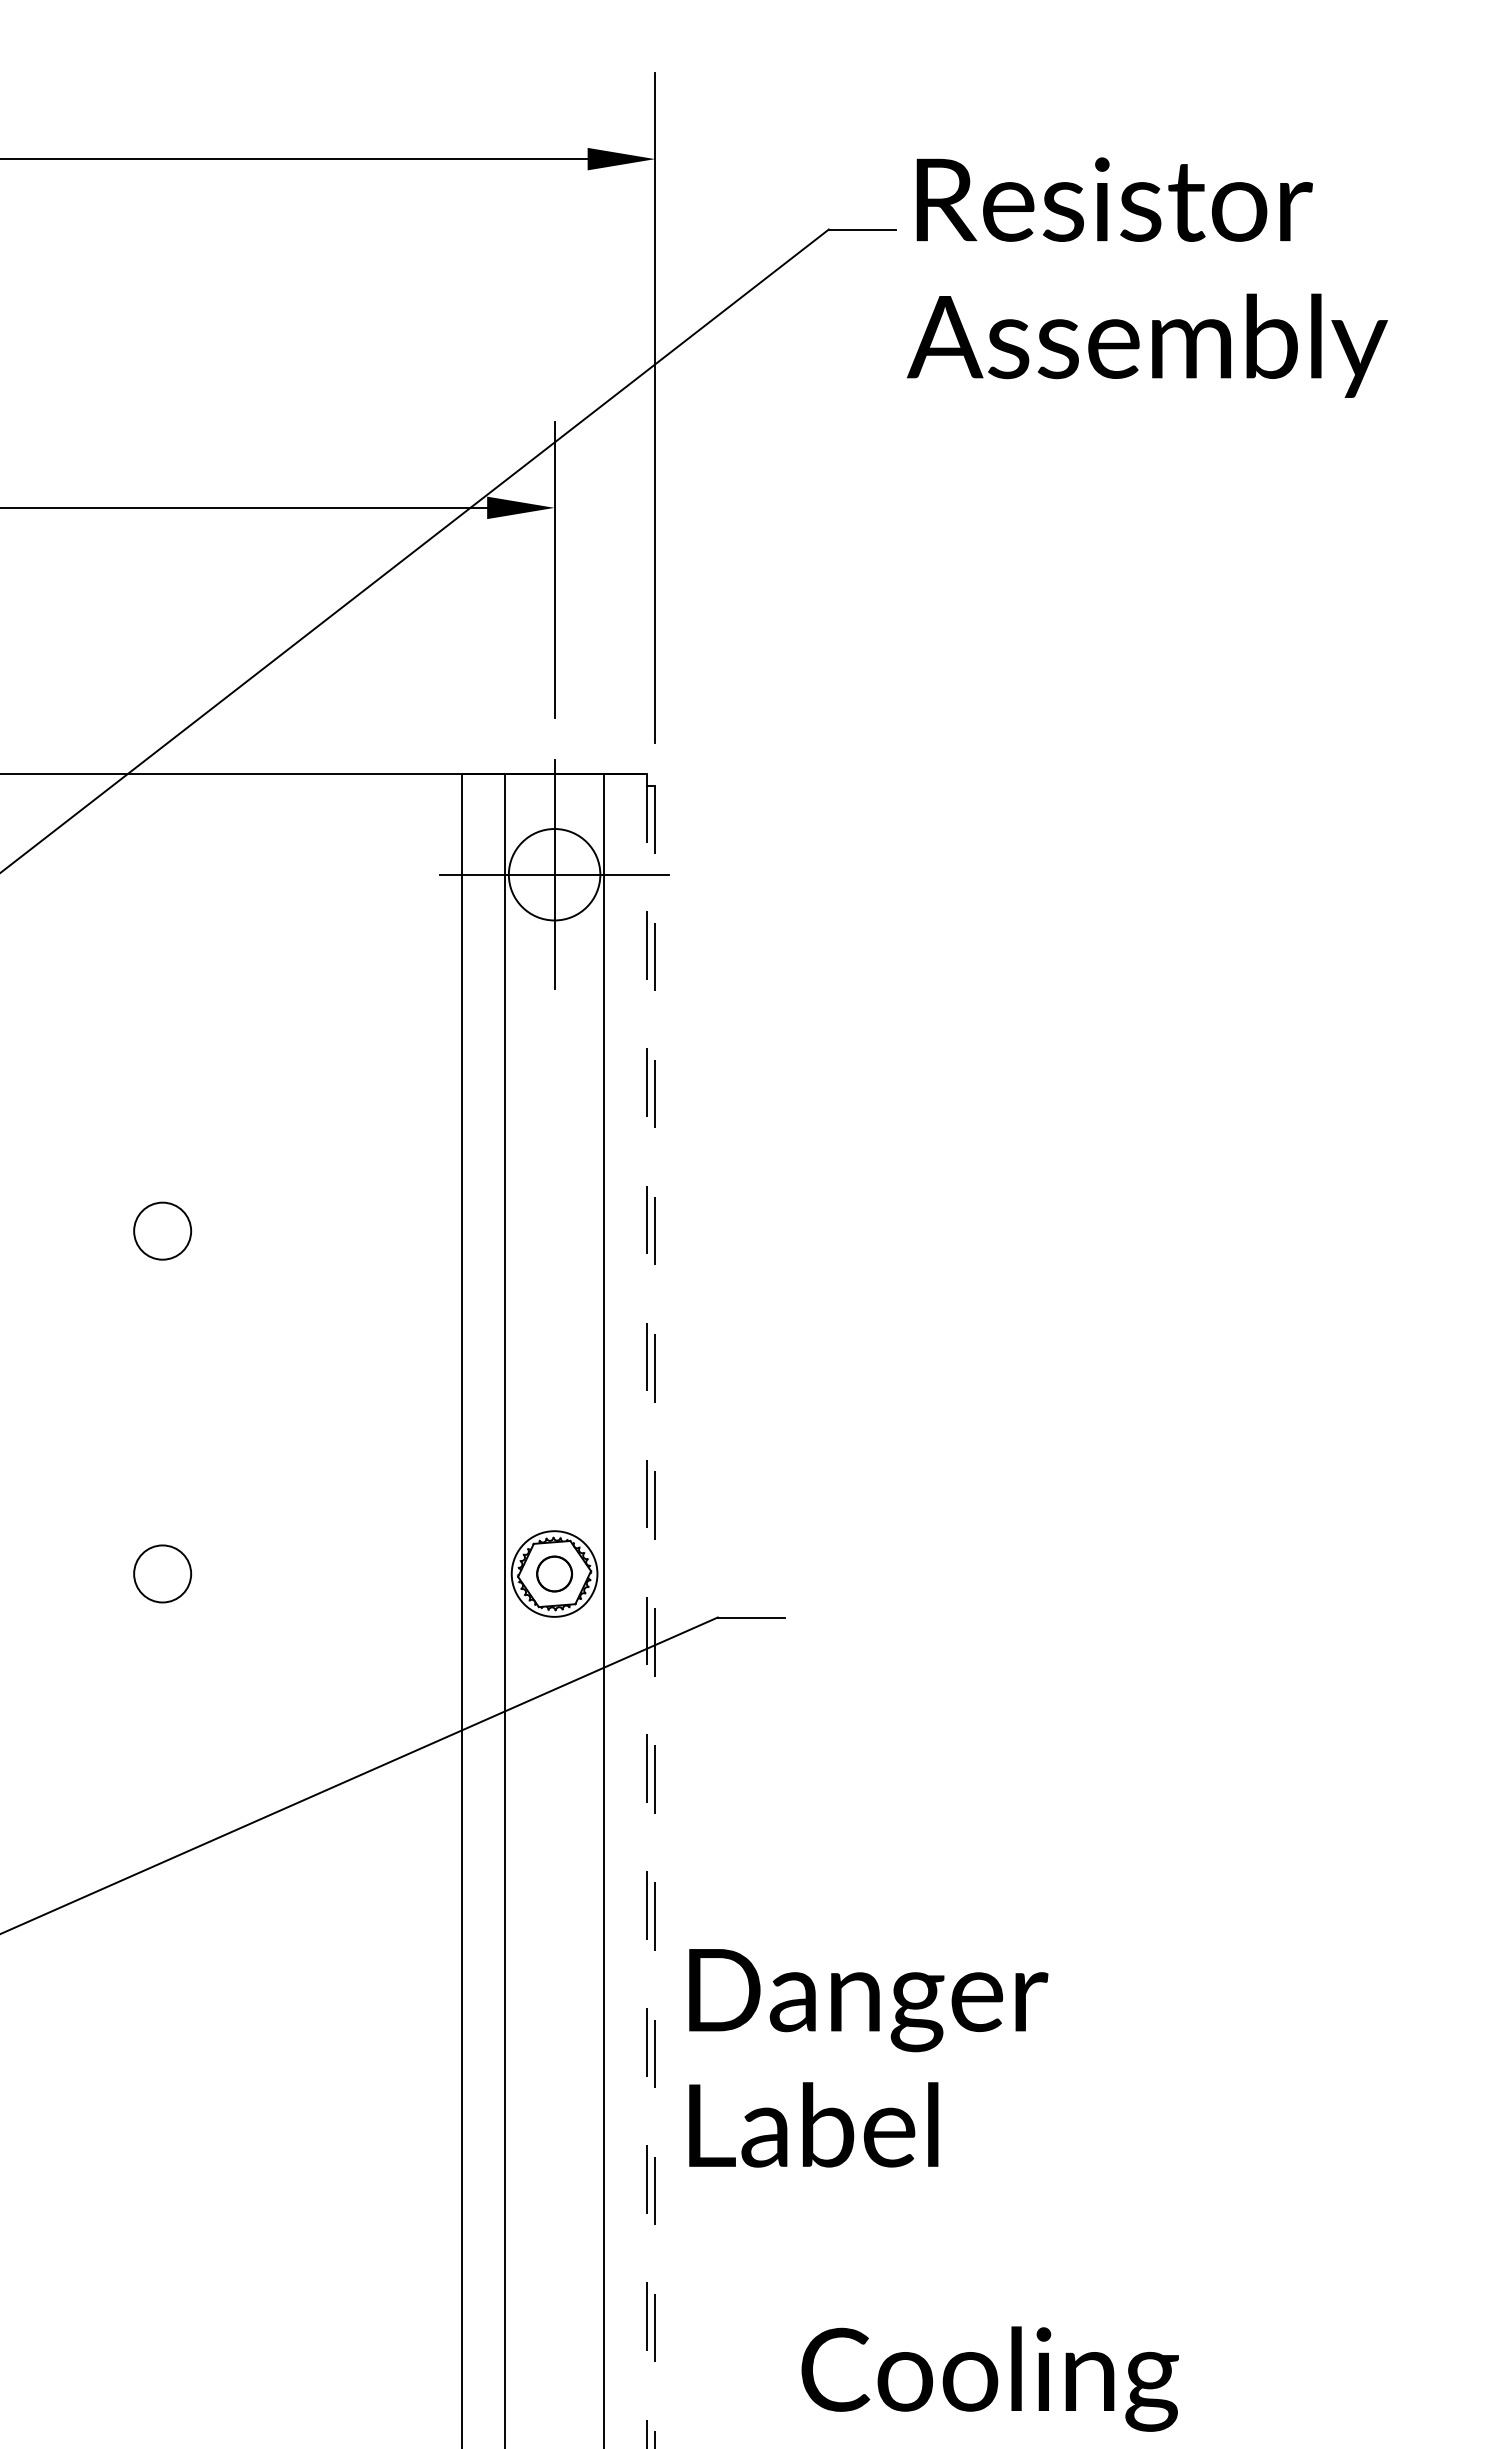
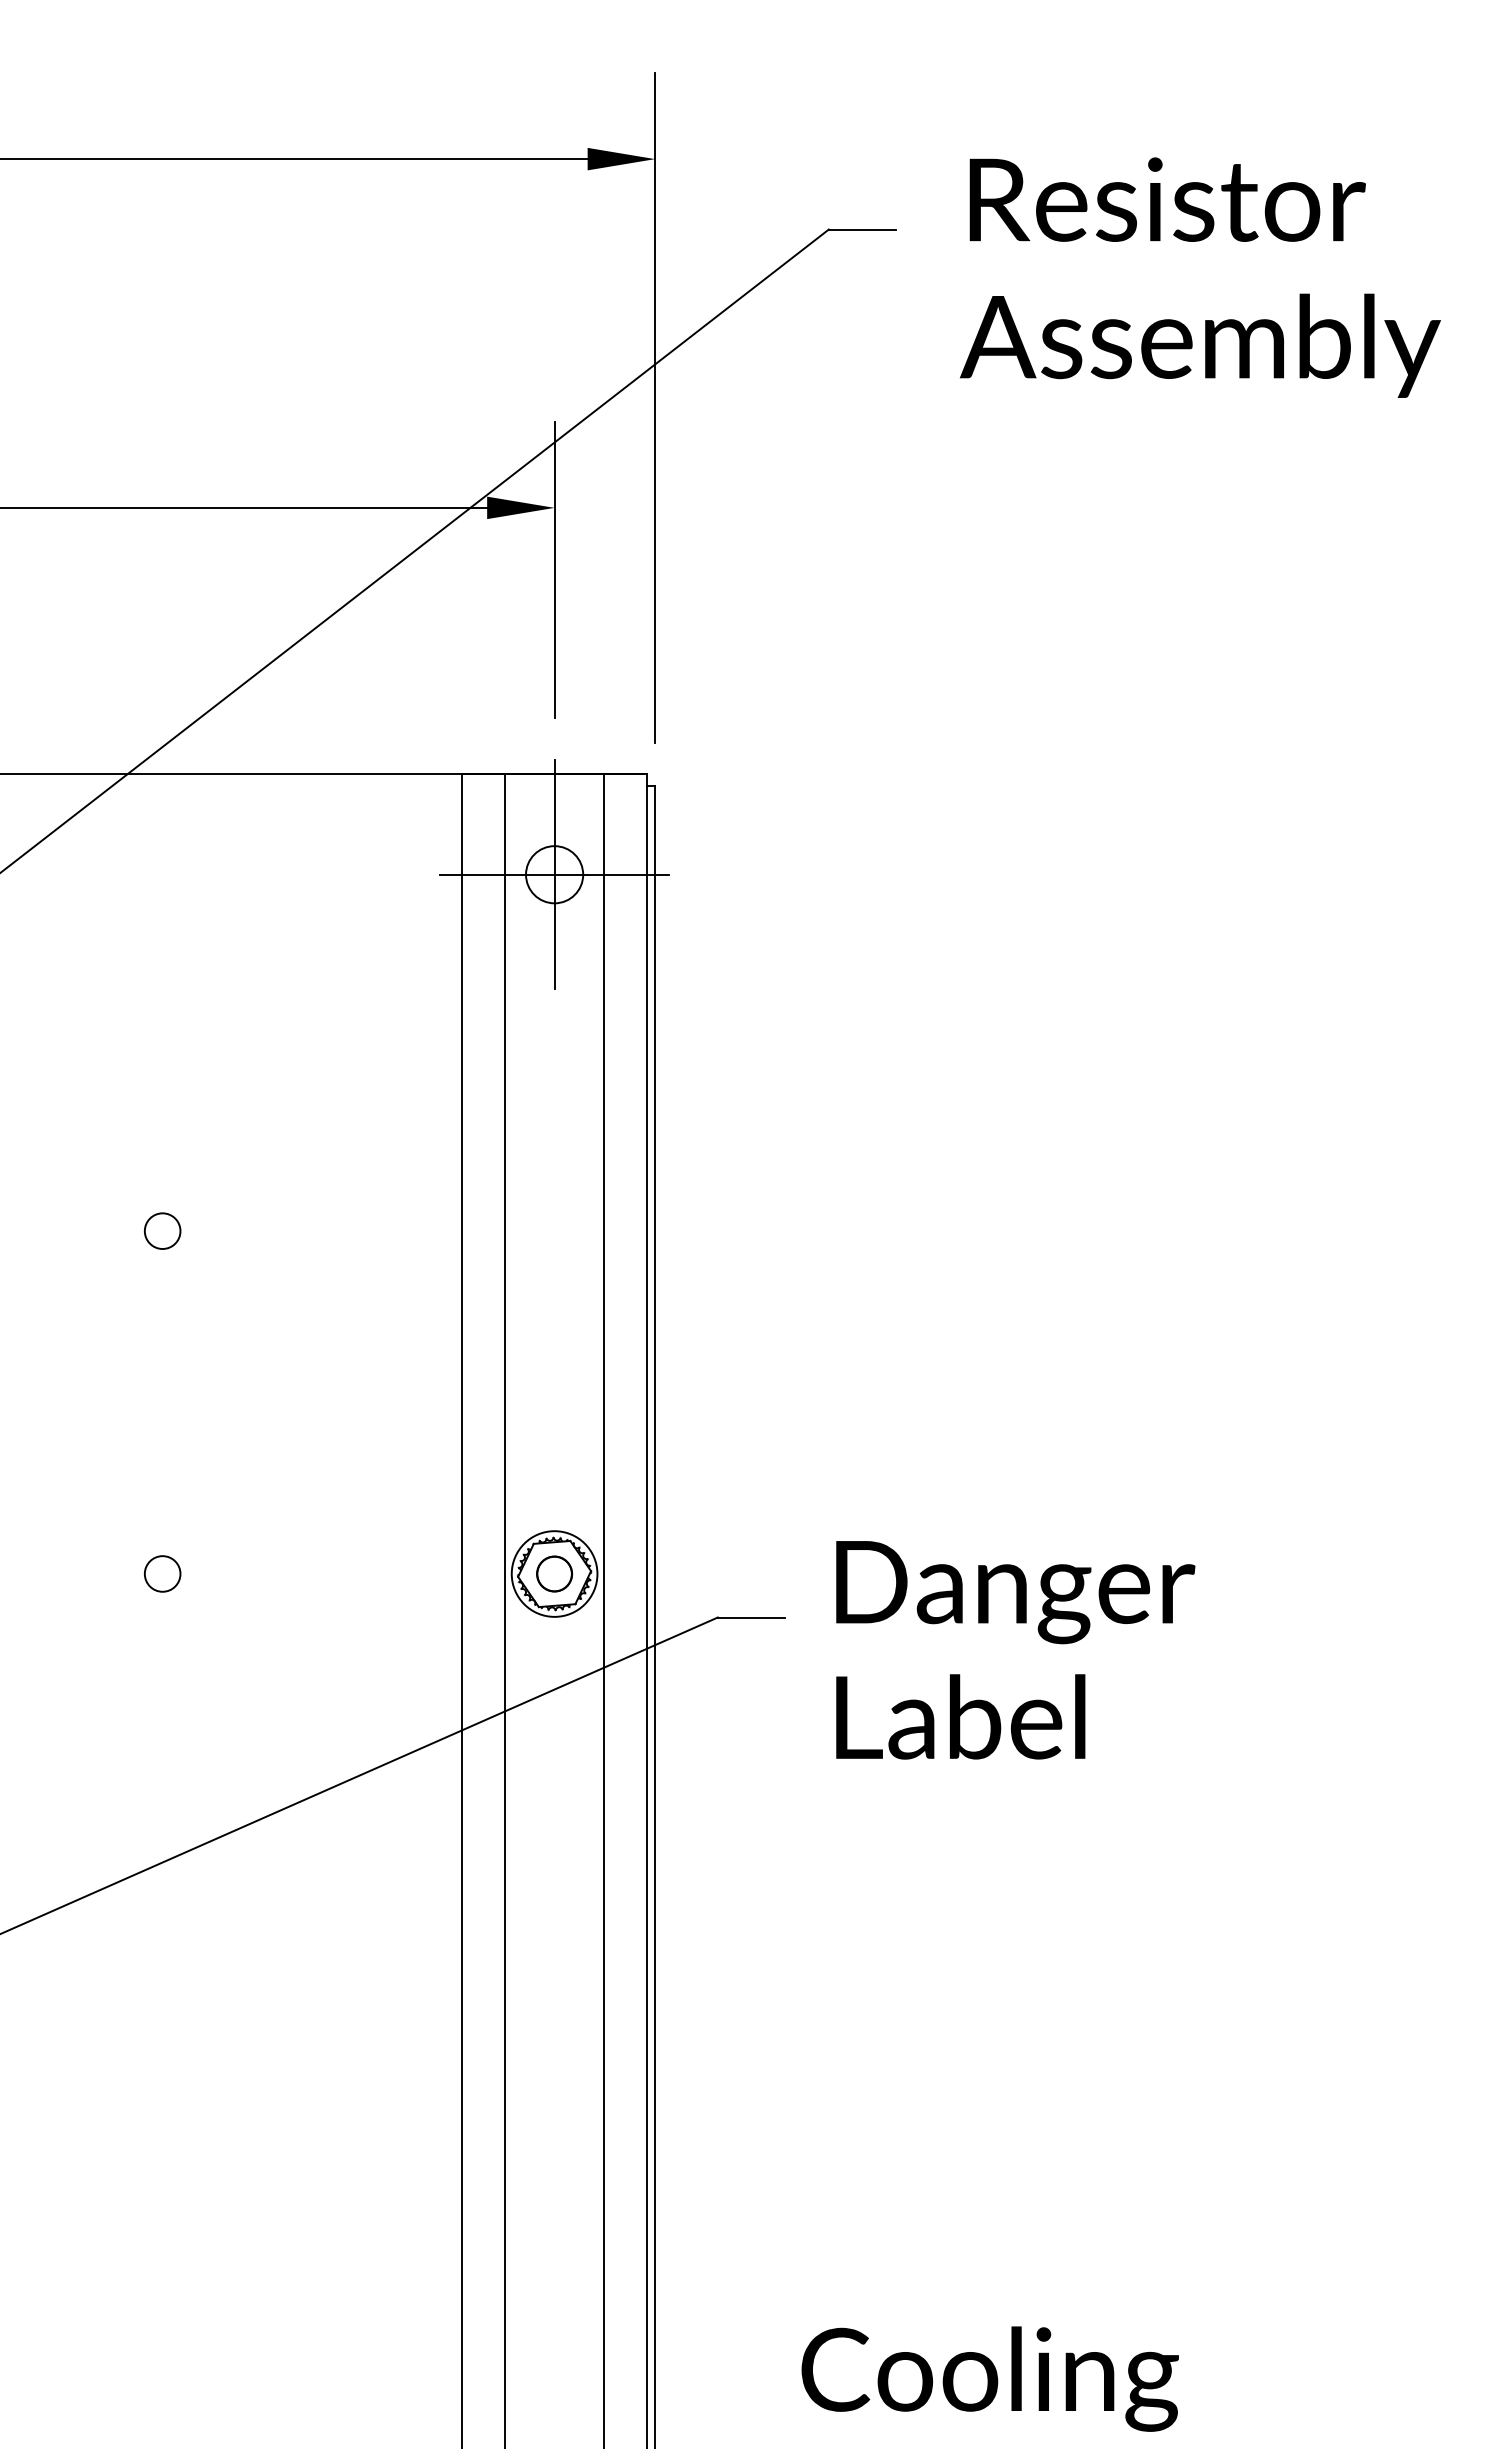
text at (1147, 277) position: (1147, 277) -> (1200, 277)
circle at (554, 874) diameter: 91 px -> 57 px
circle at (162, 1230) diameter: 57 px -> 36 px
circle at (162, 1573) diameter: 57 px -> 36 px
line at (647, 1612): dashed -> solid
line at (655, 1617): dashed -> solid
text at (868, 2058) position: (868, 2058) -> (1015, 1650)
